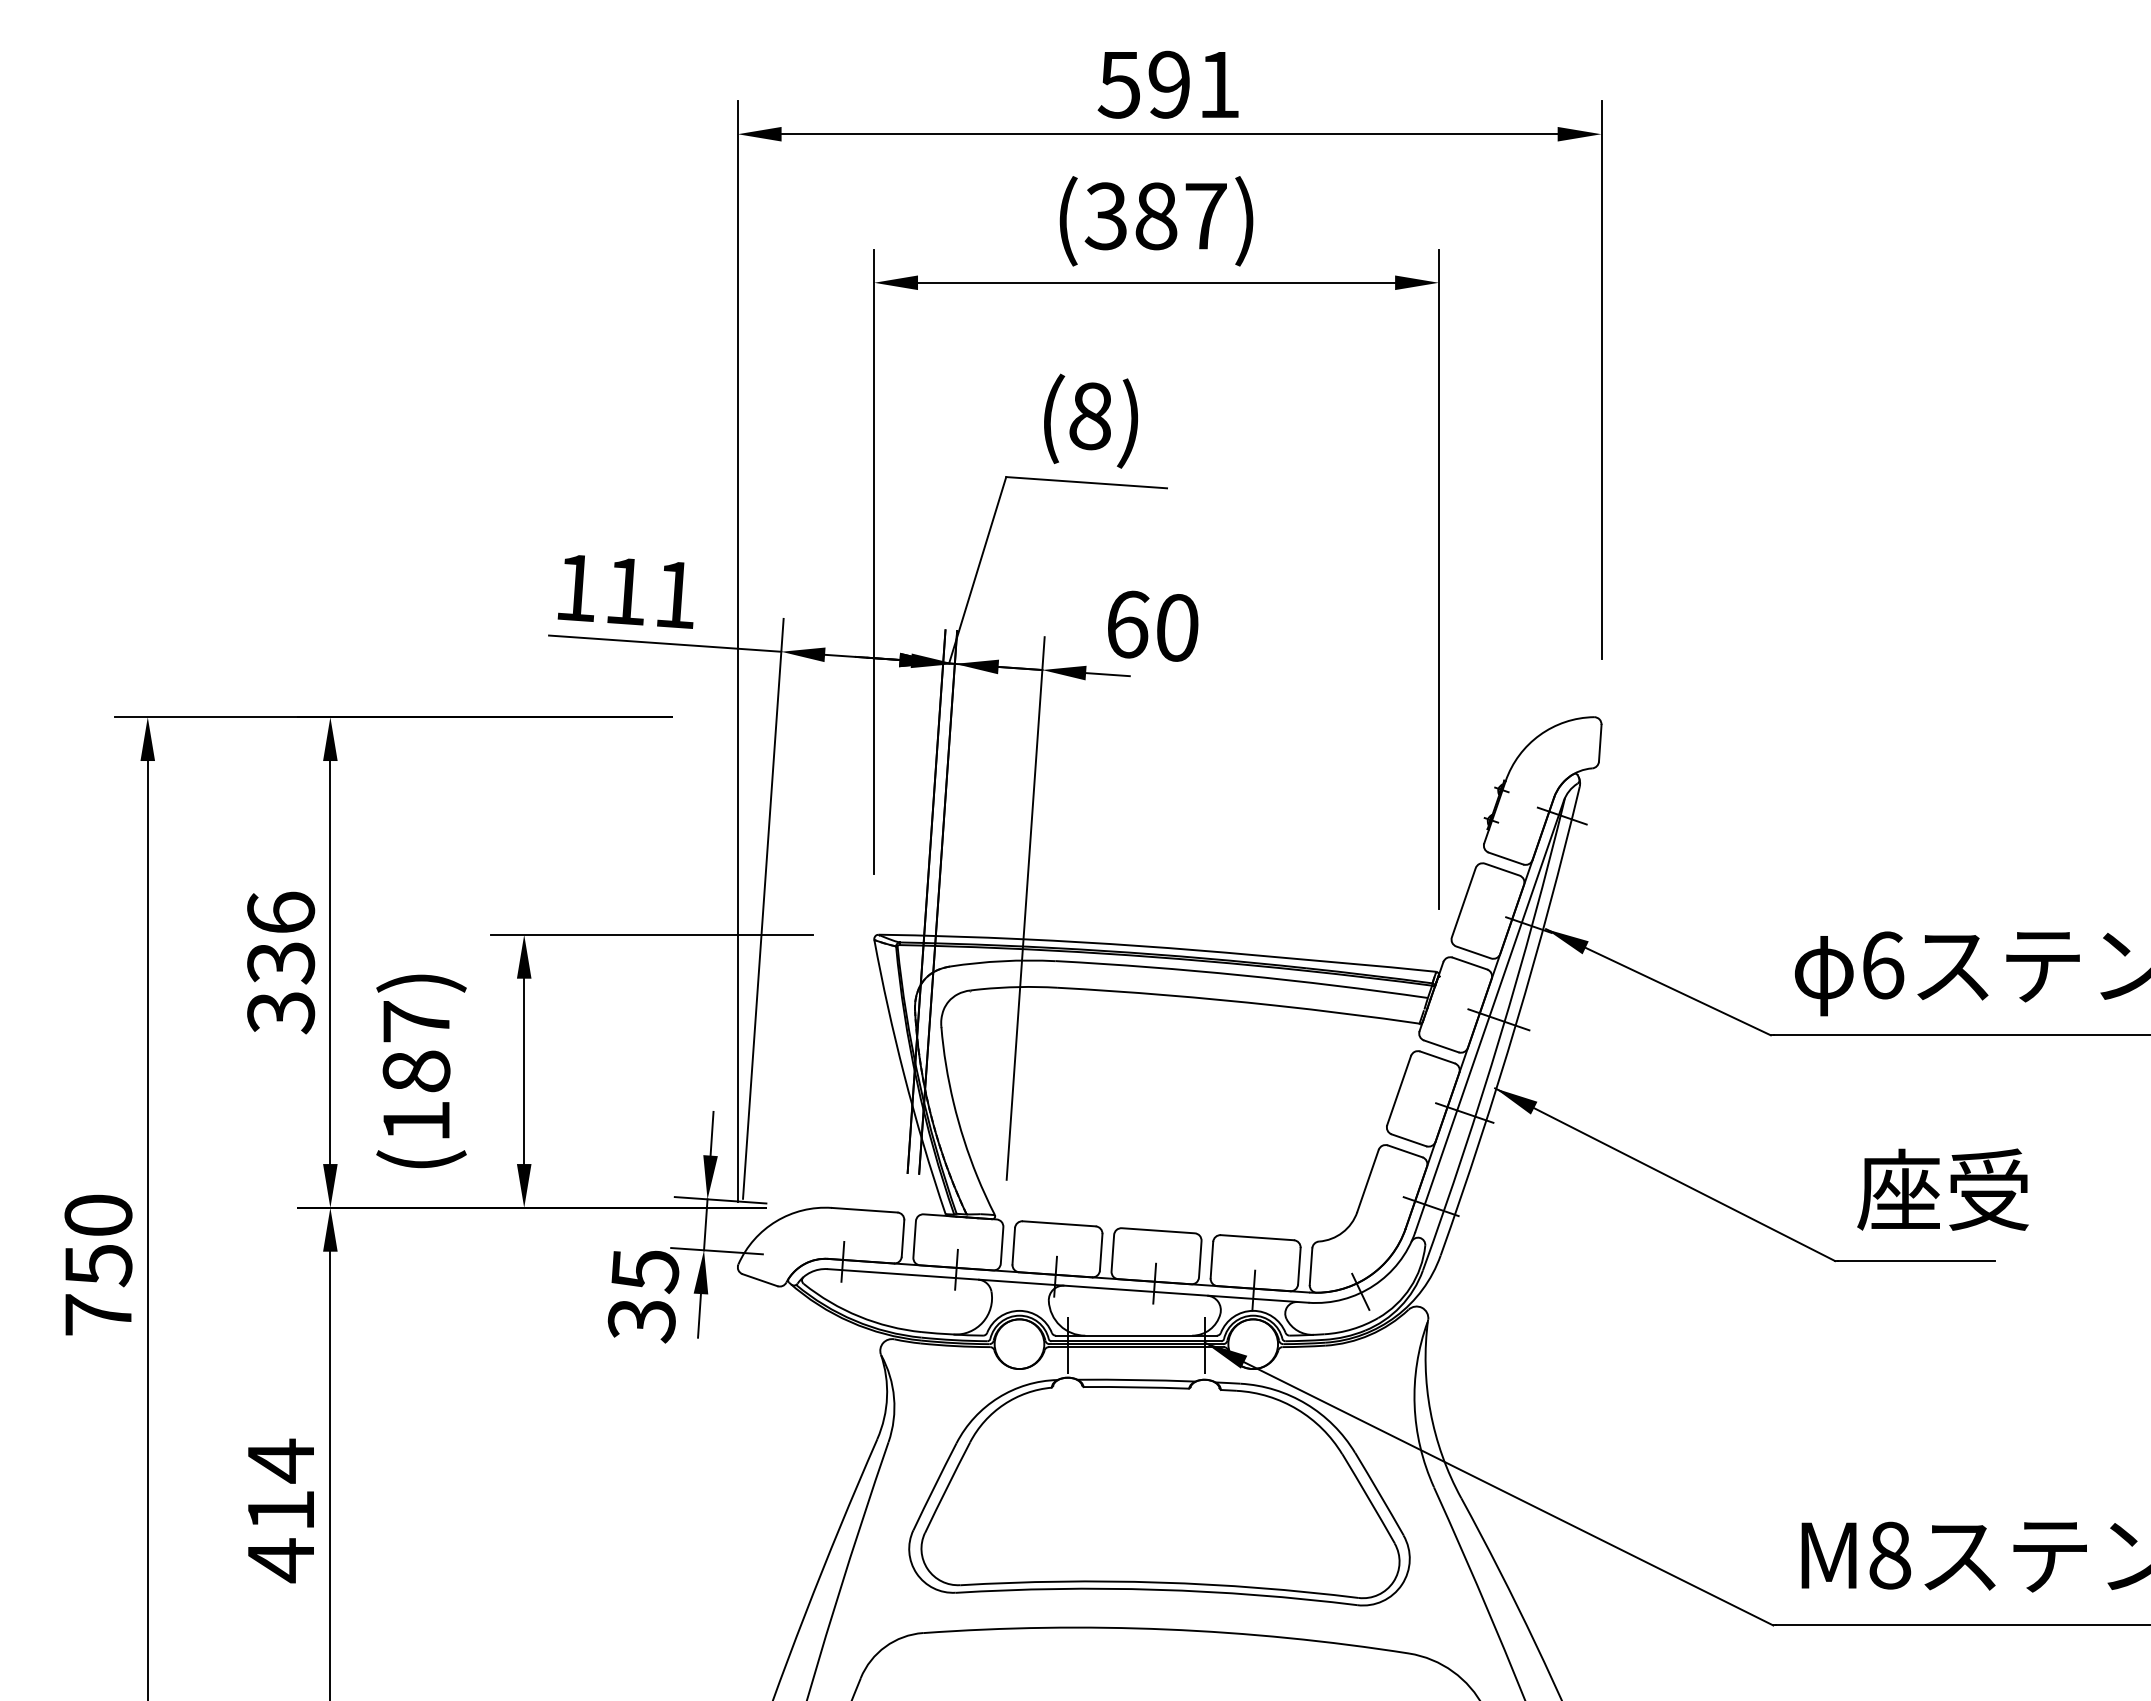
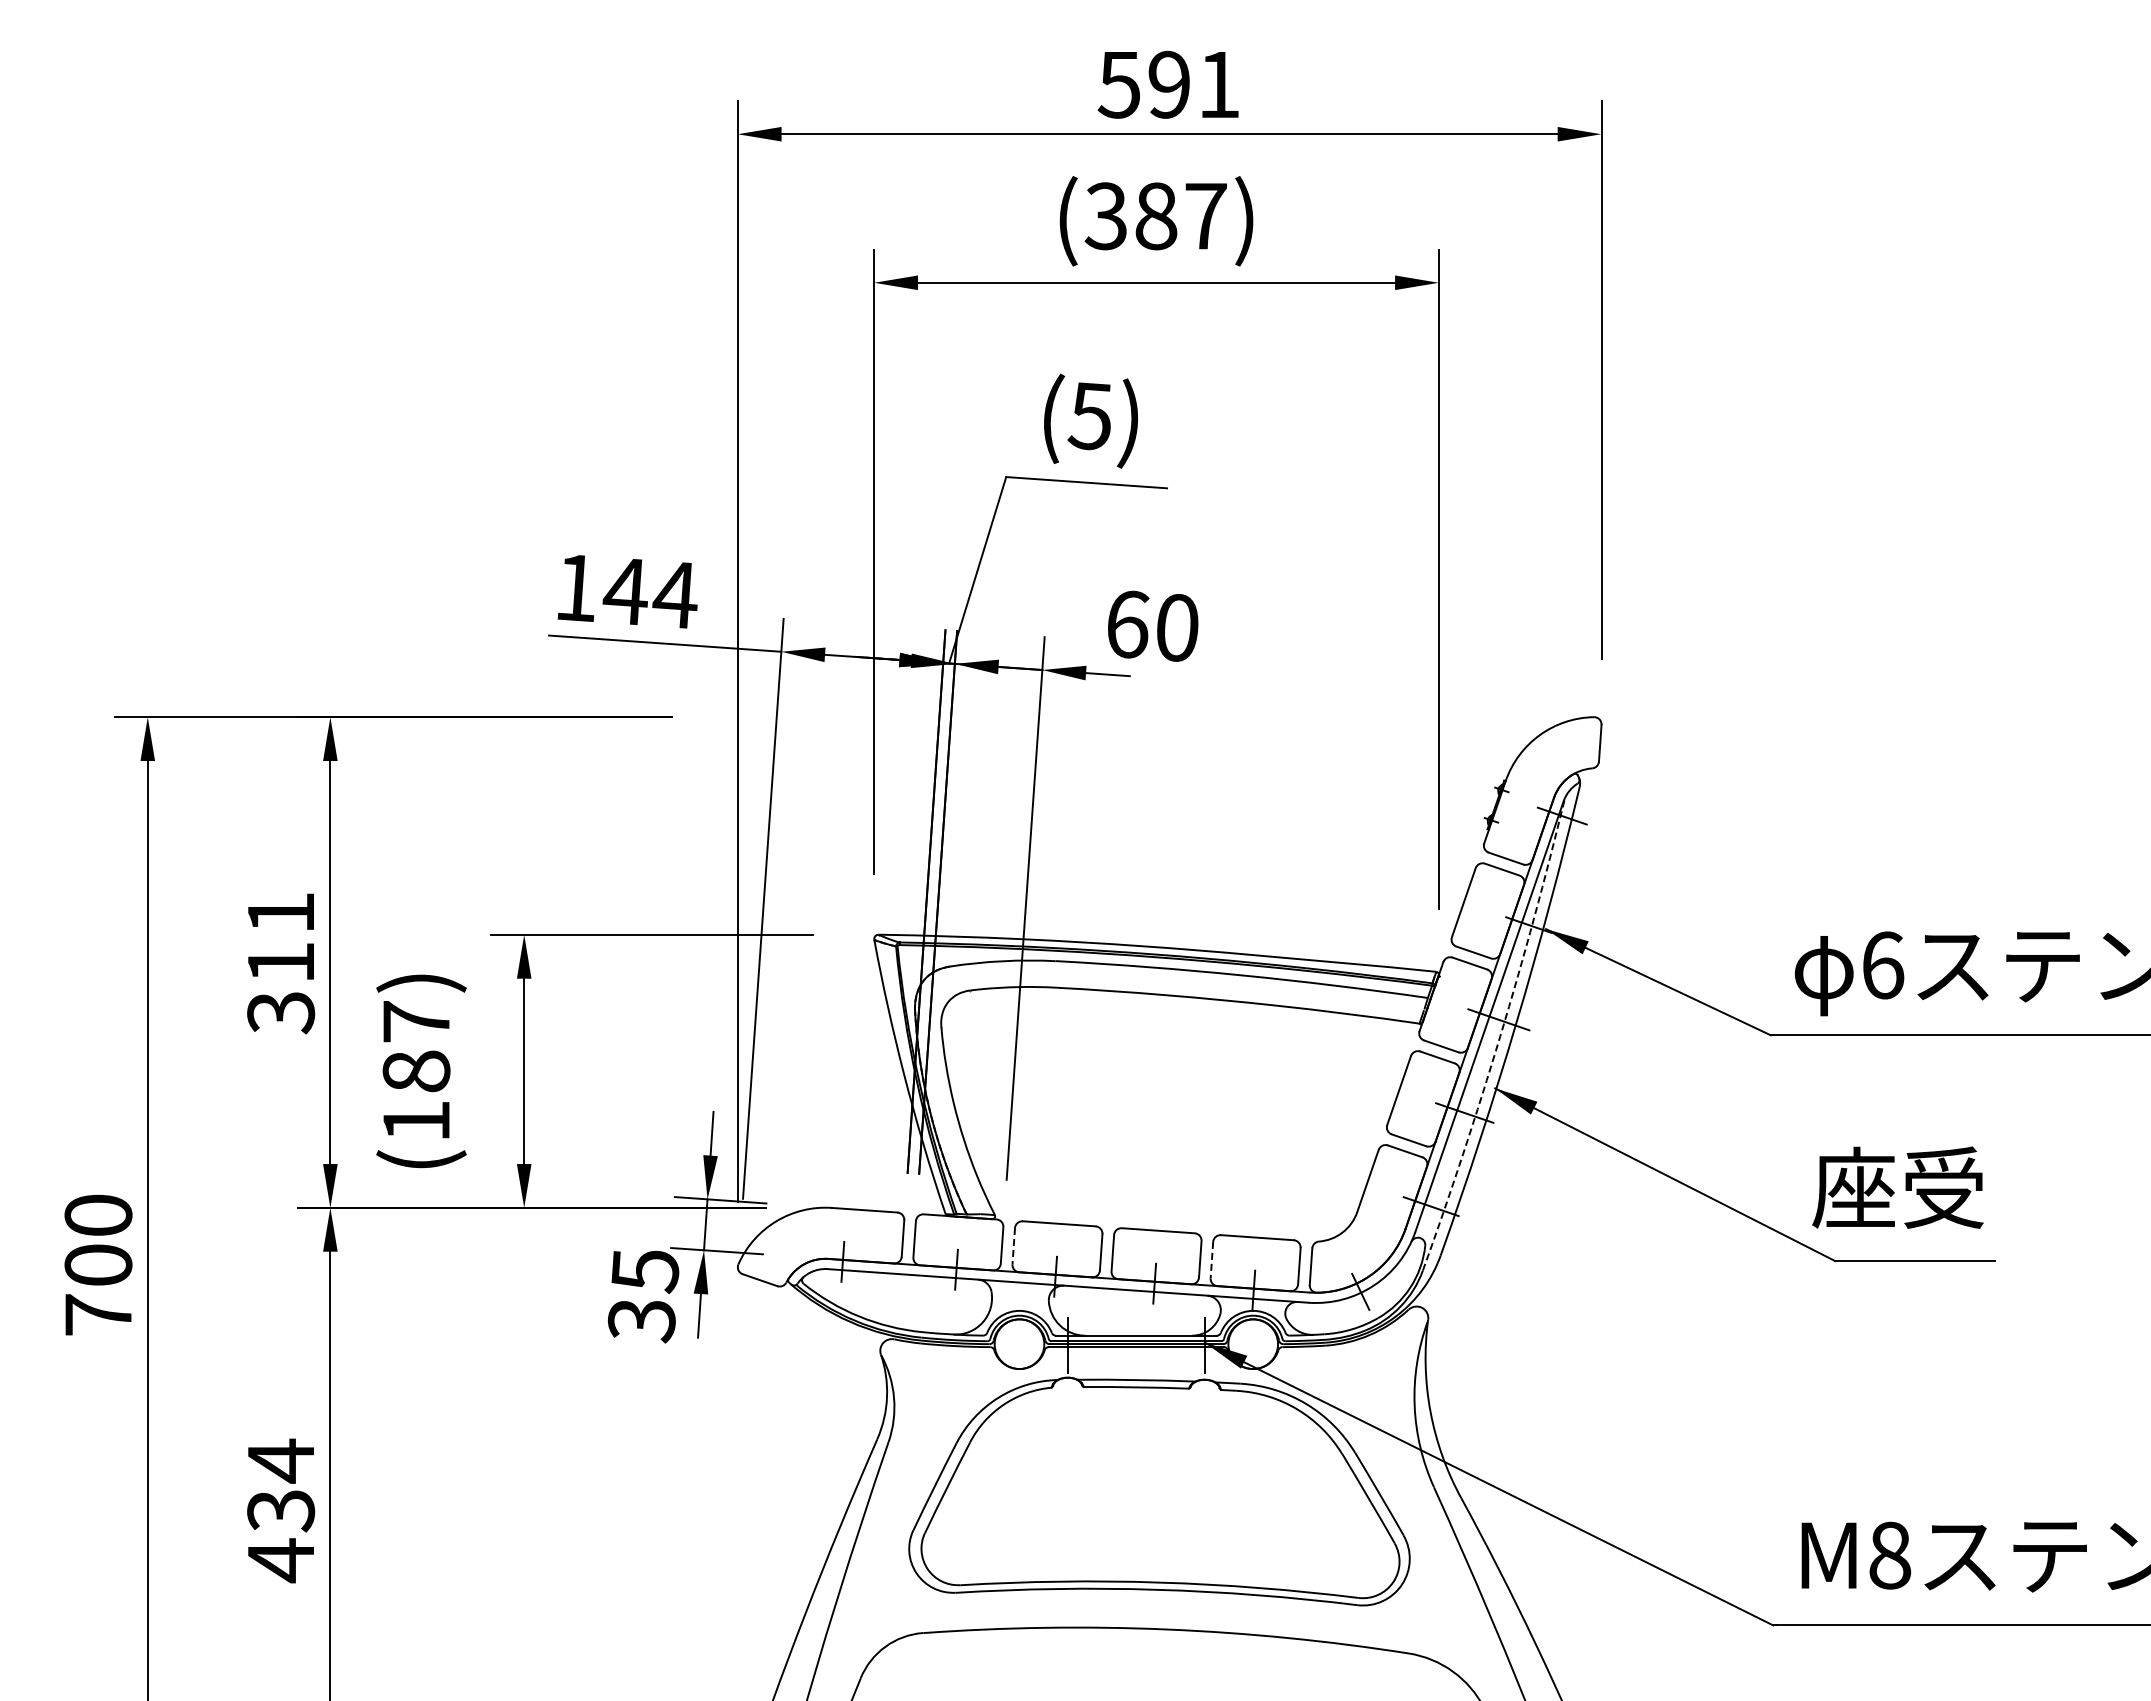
text at (1088, 416): (8) -> (5)
text at (649, 593): 111 -> 144
text at (281, 937): 336 -> 311
arc at (1500, 1036): solid -> dashed
text at (1942, 1189) position: (1942, 1189) -> (1897, 1187)
line at (1013, 1246): solid -> dashed
line at (1211, 1260): solid -> dashed
text at (98, 1265): 750 -> 700
text at (281, 1511): 414 -> 434
